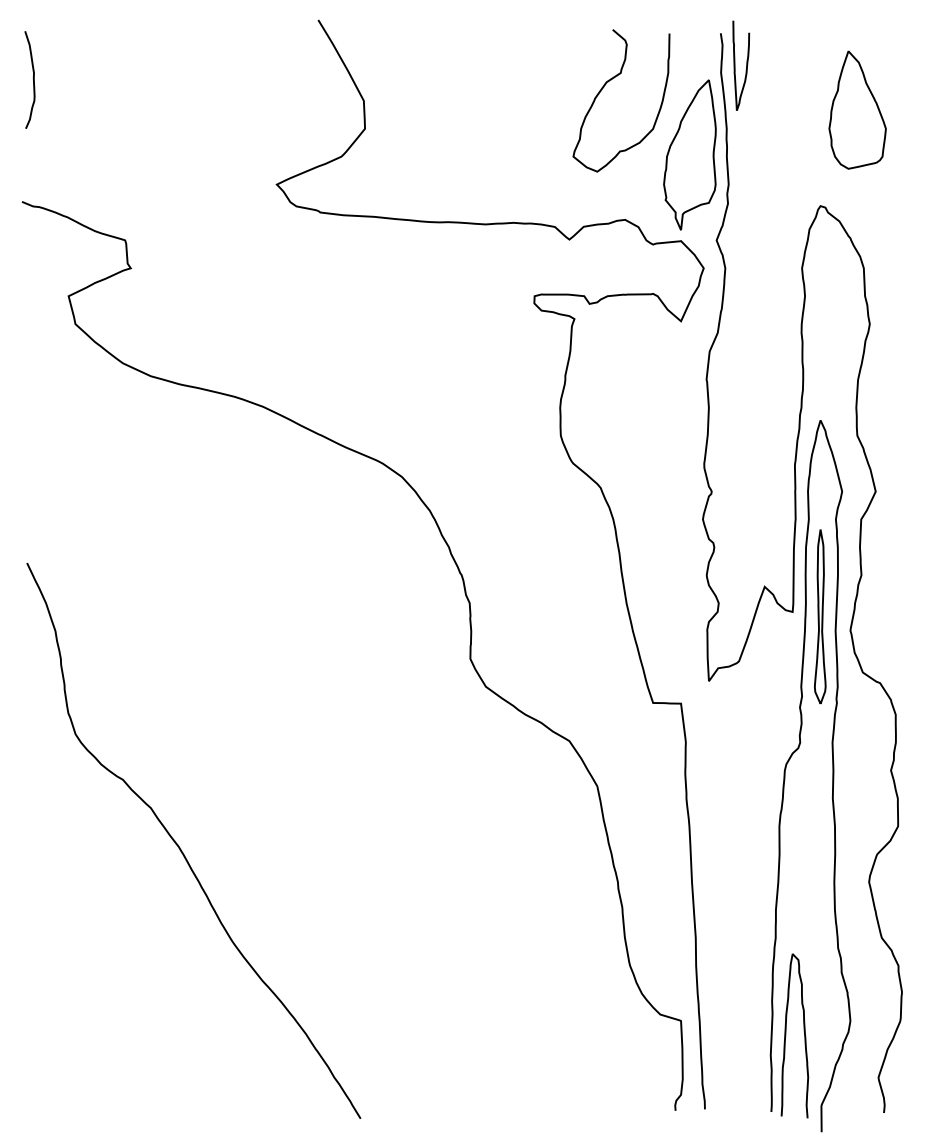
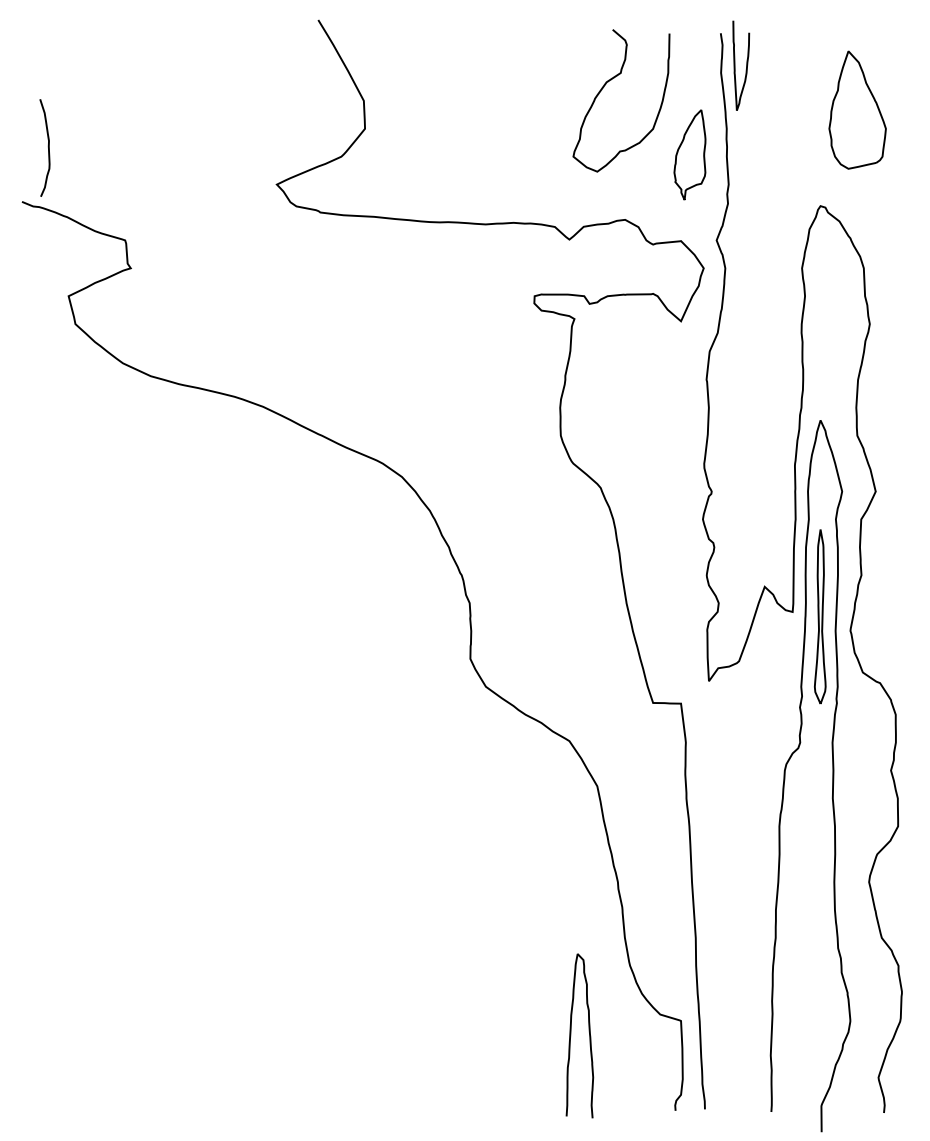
curve at (32, 78) position: (32, 78) -> (47, 146)
part at (689, 154) size: 54x152 px -> 34x92 px
curve at (180, 847): present -> none
curve at (786, 1035) position: (786, 1035) -> (571, 1035)
